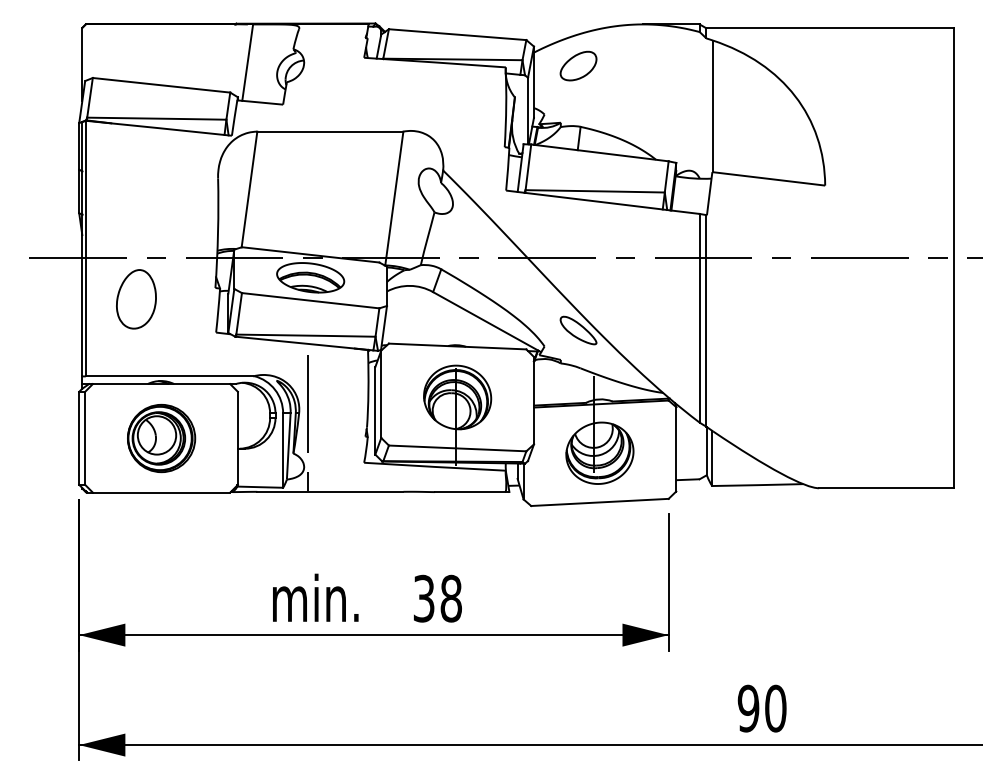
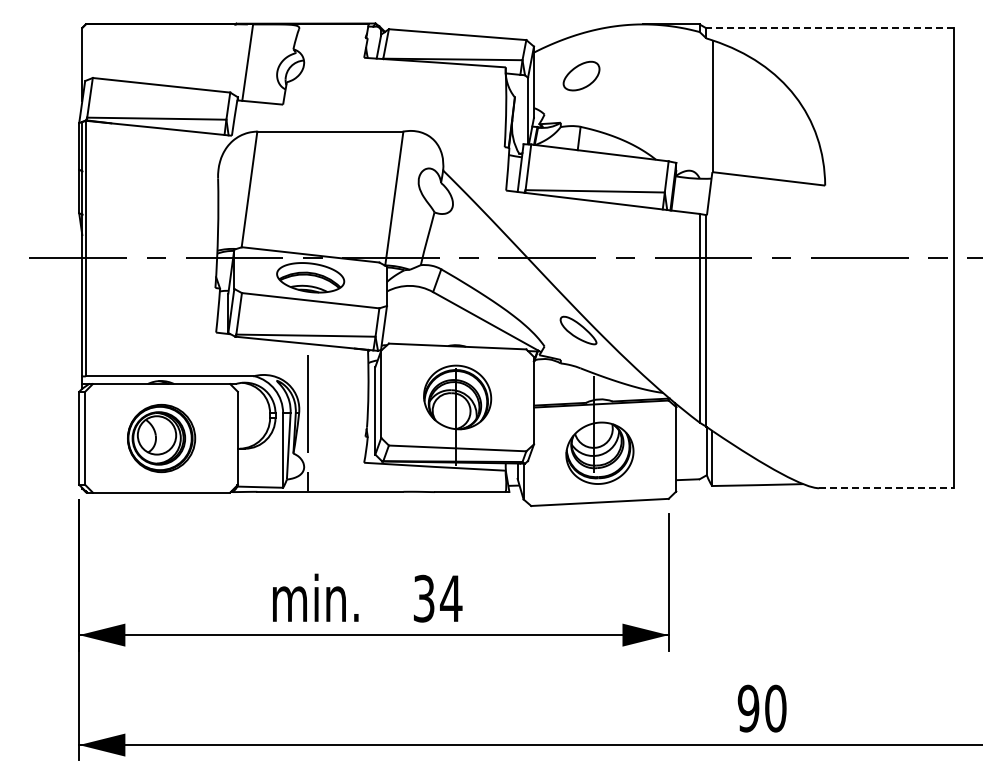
line at (829, 28): solid -> dashed
part at (578, 65) position: (578, 65) -> (581, 75)
part at (136, 299): present -> none
line at (886, 488): solid -> dashed
text at (451, 598): 38 -> 34
